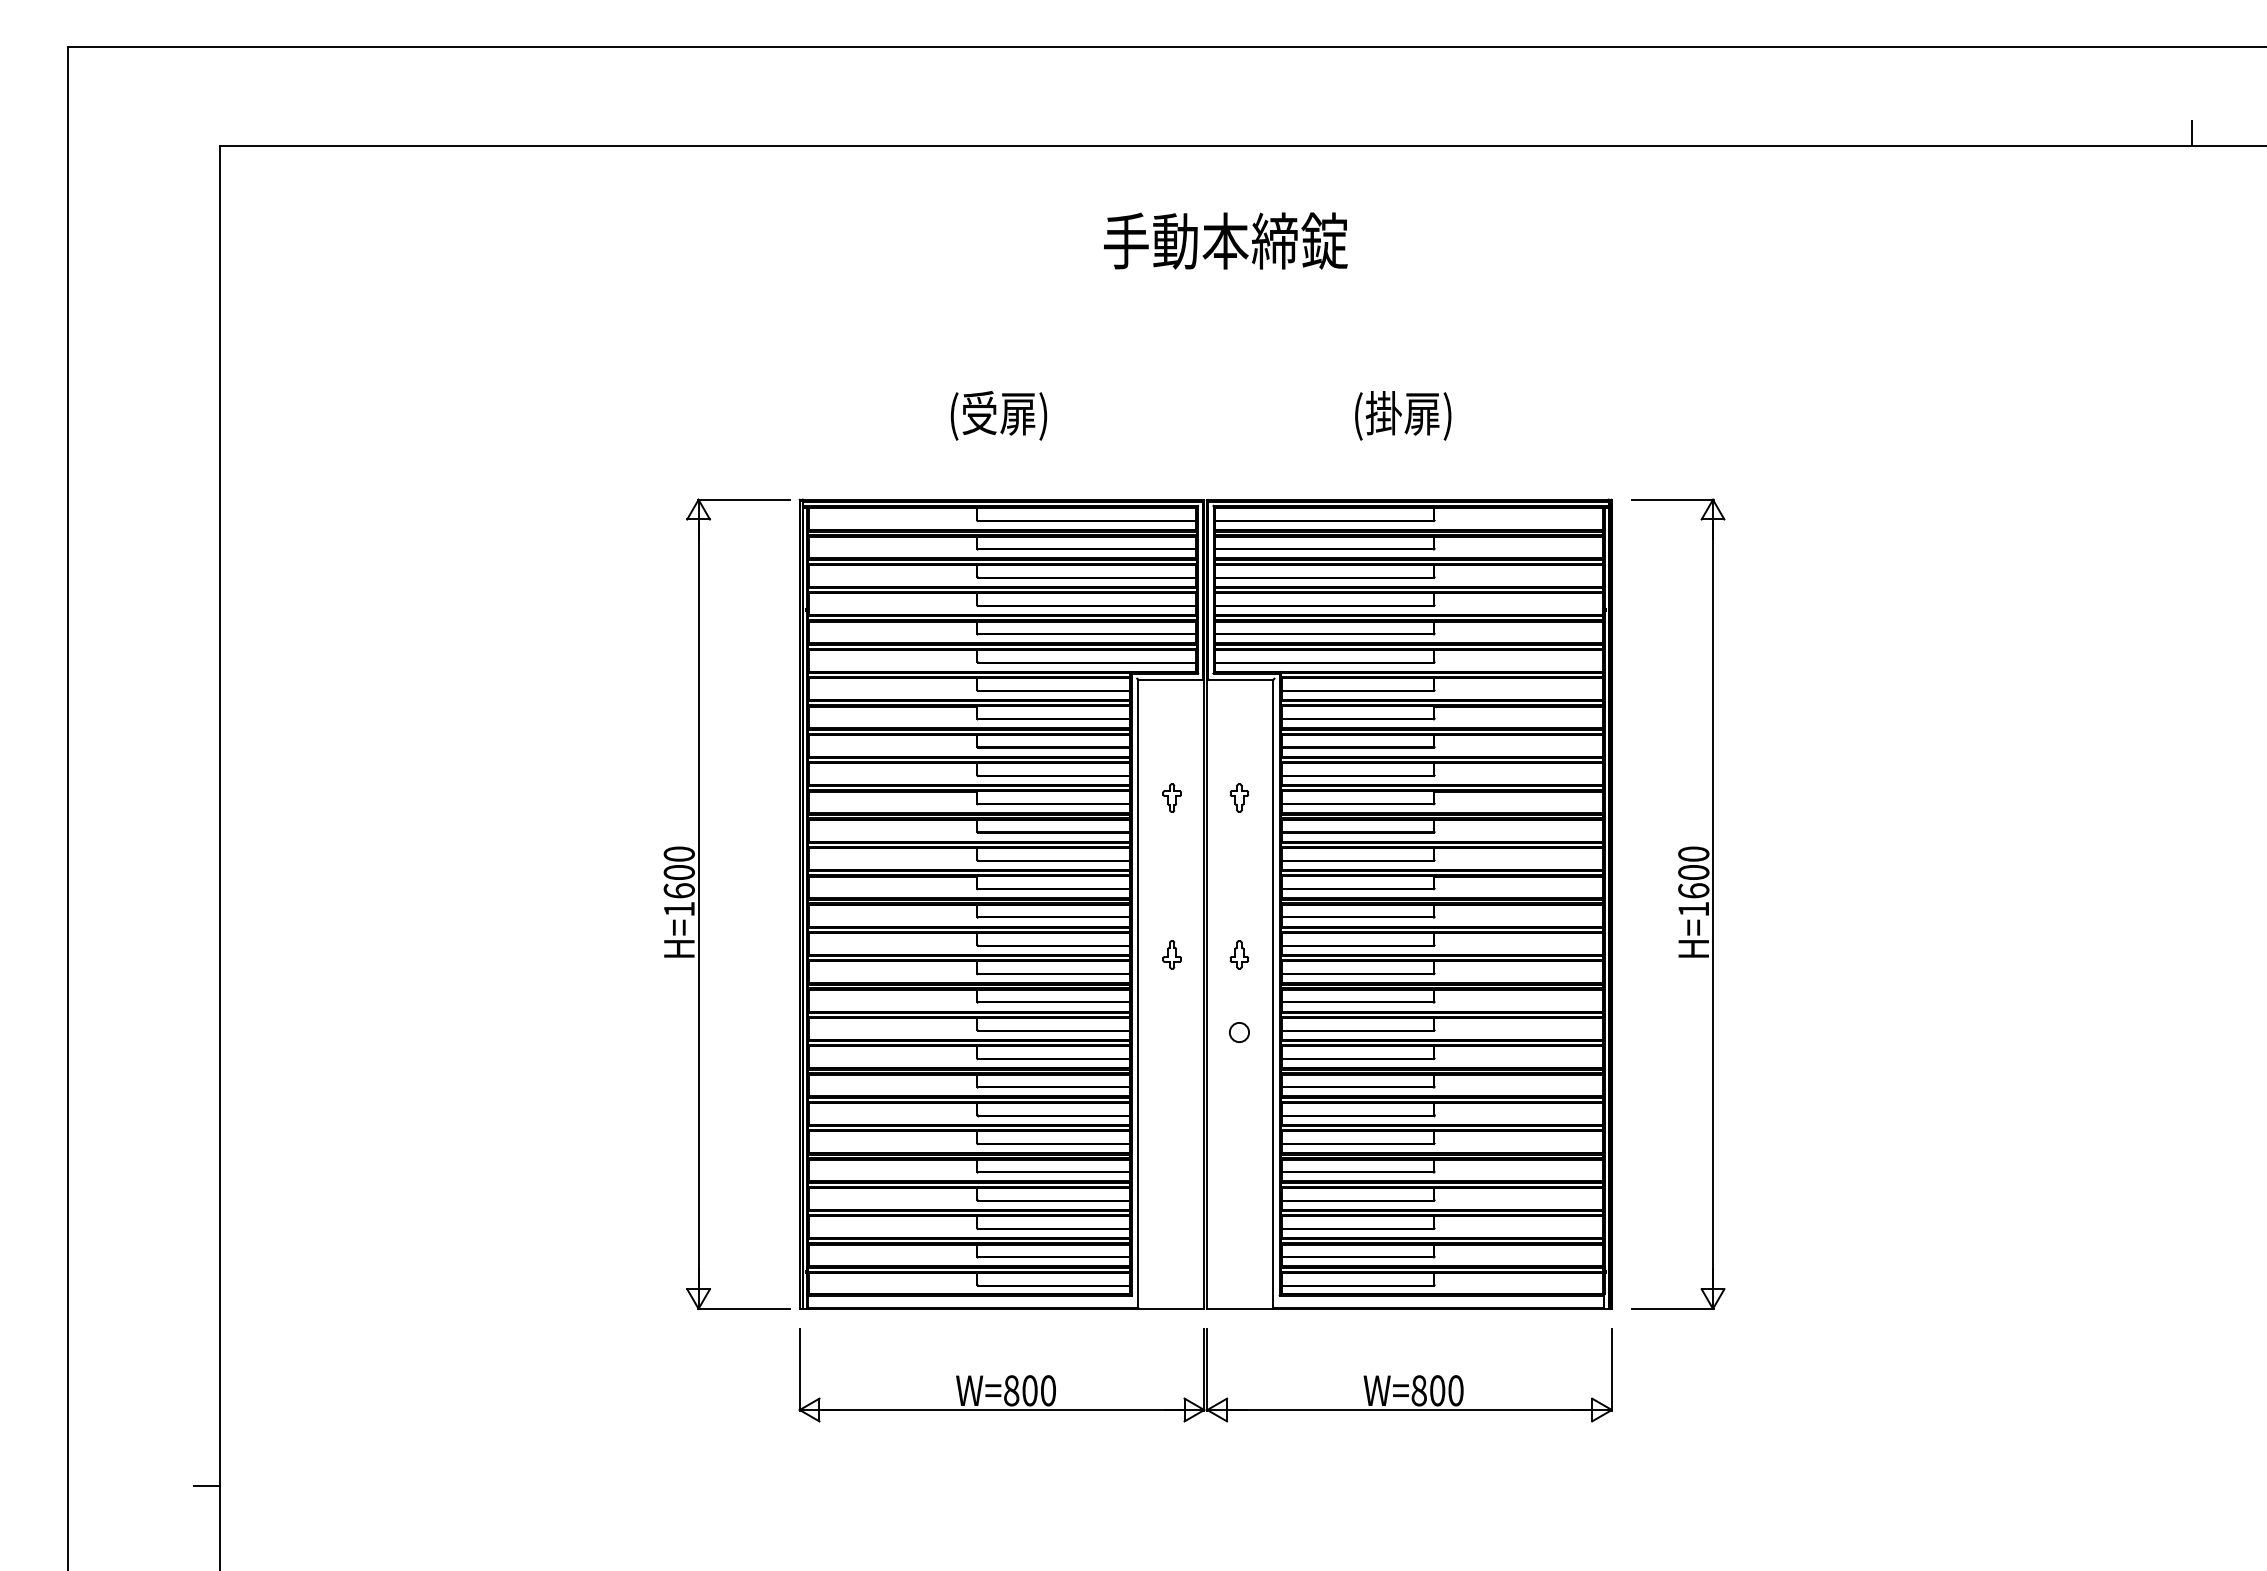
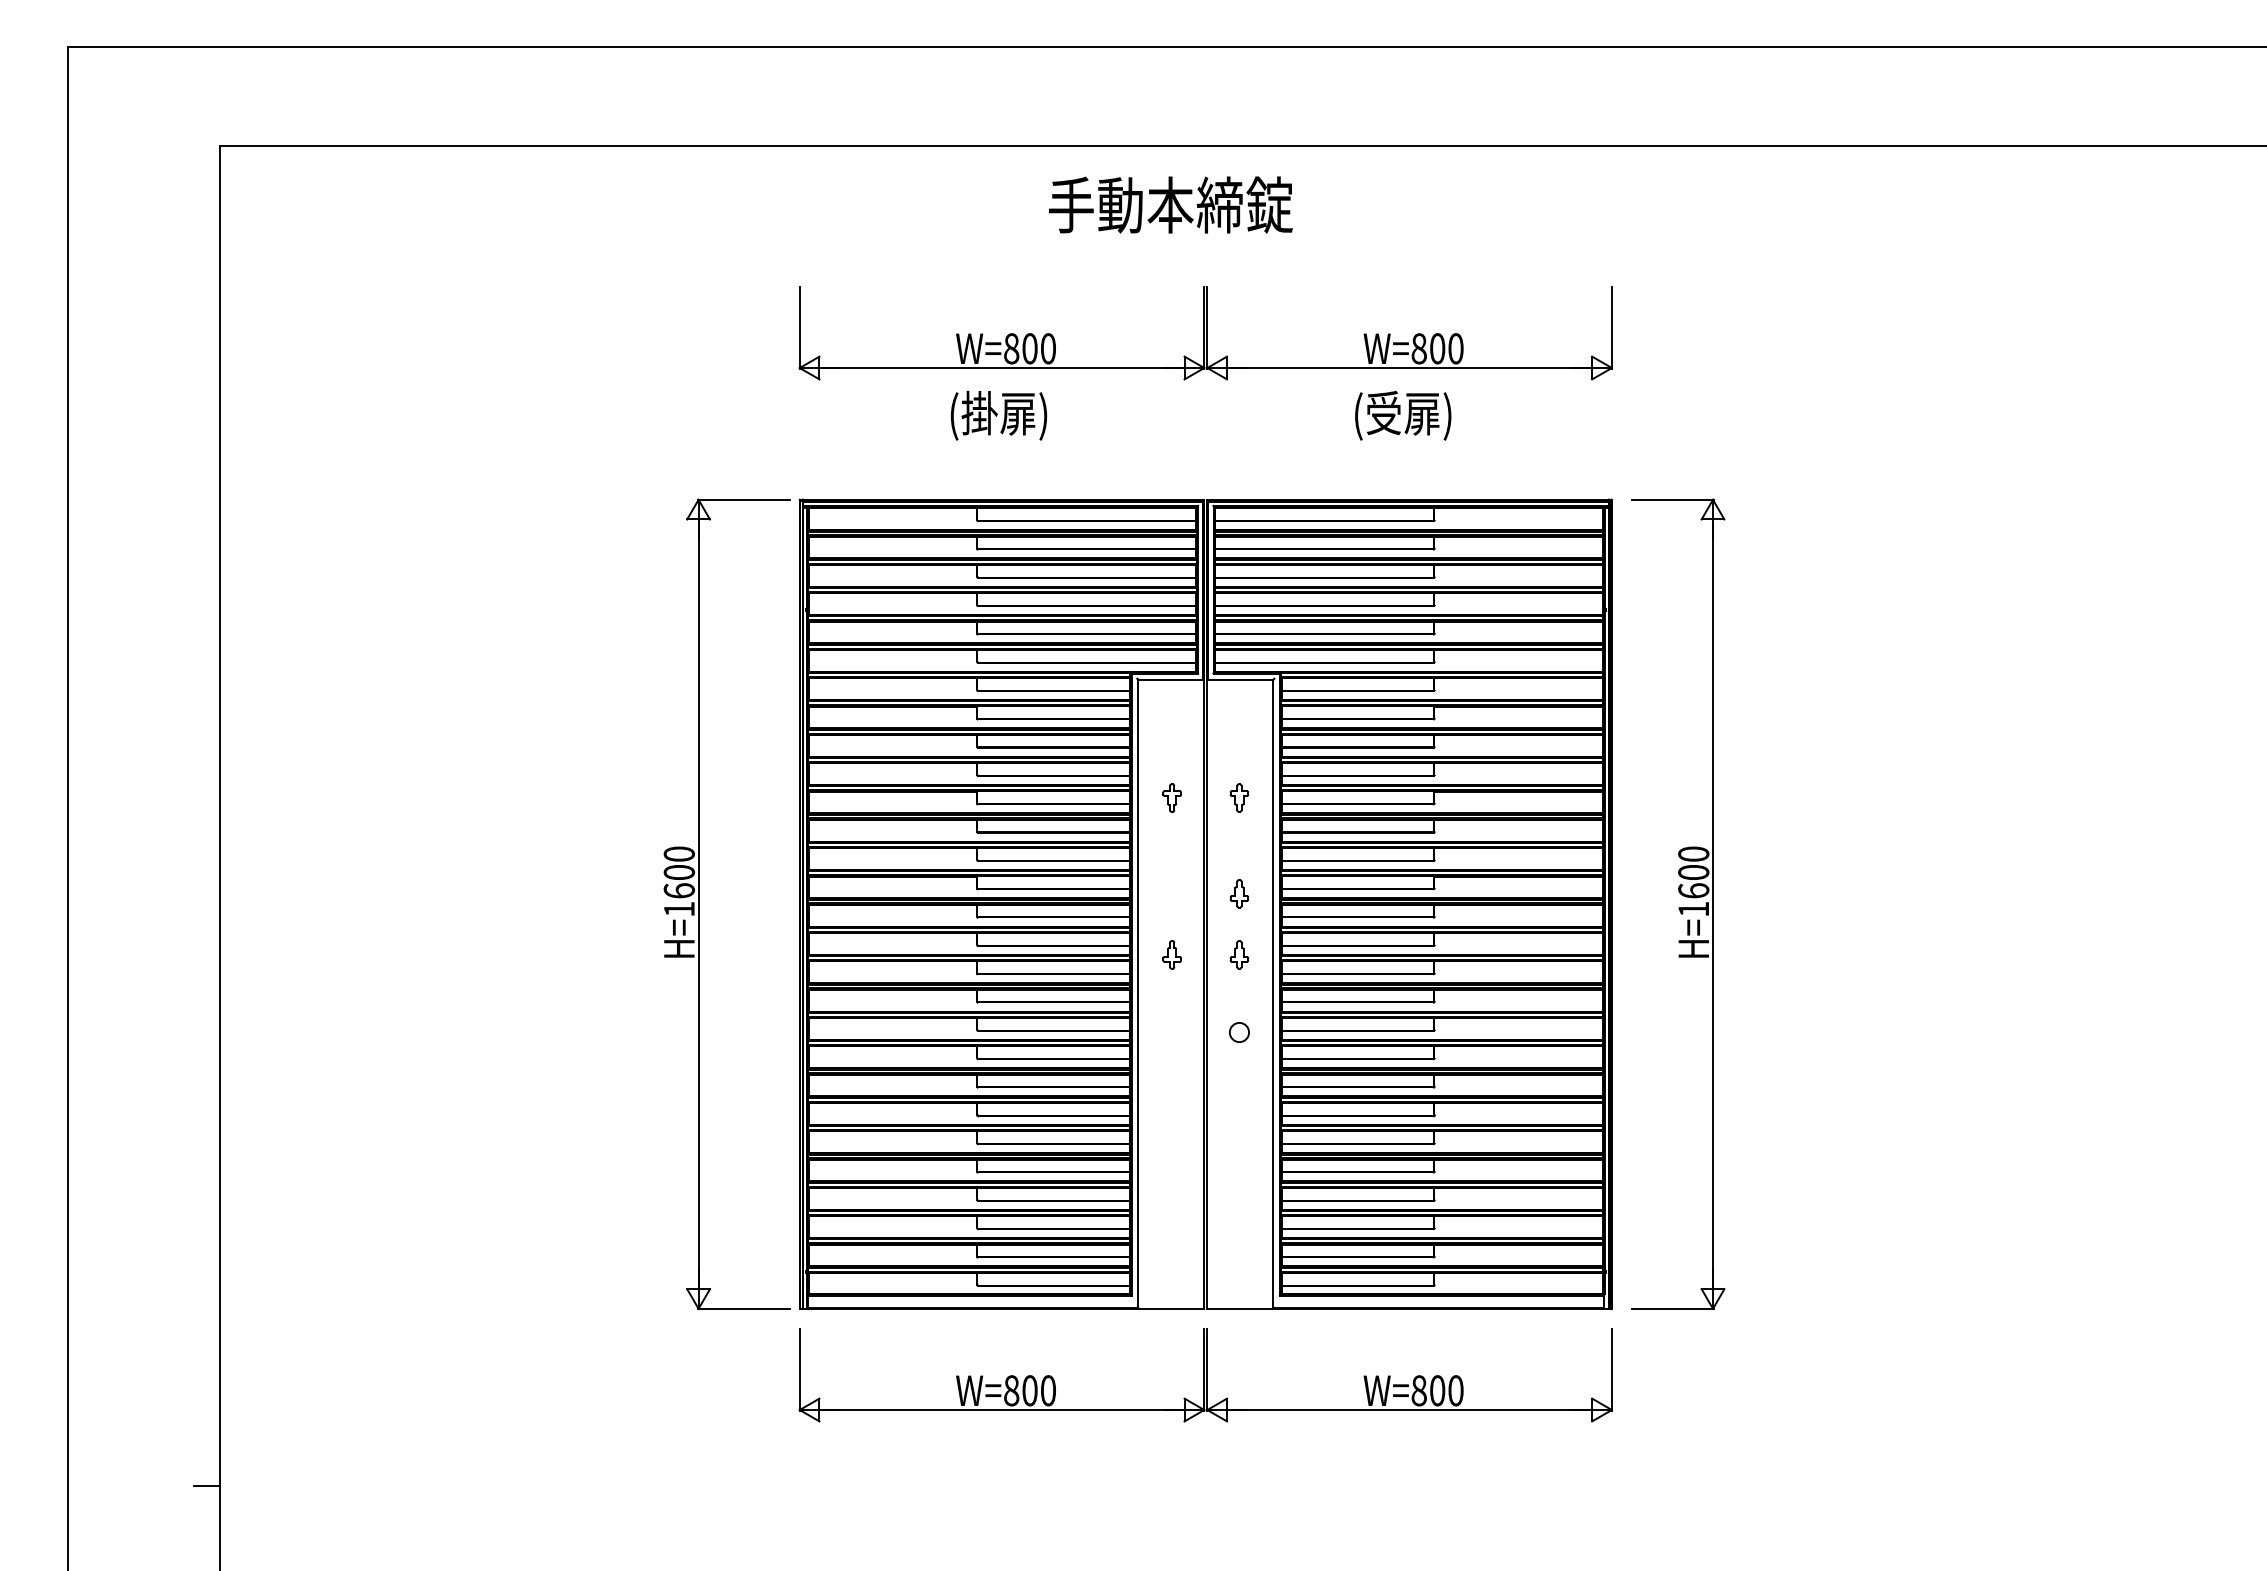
line at (2191, 132): present -> none
text at (1225, 240) position: (1225, 240) -> (1170, 204)
part at (1205, 333): none -> present
text at (979, 412): (受扉) -> (掛扉)
text at (1383, 413): (掛扉) -> (受扉)
part at (1238, 893): none -> present
